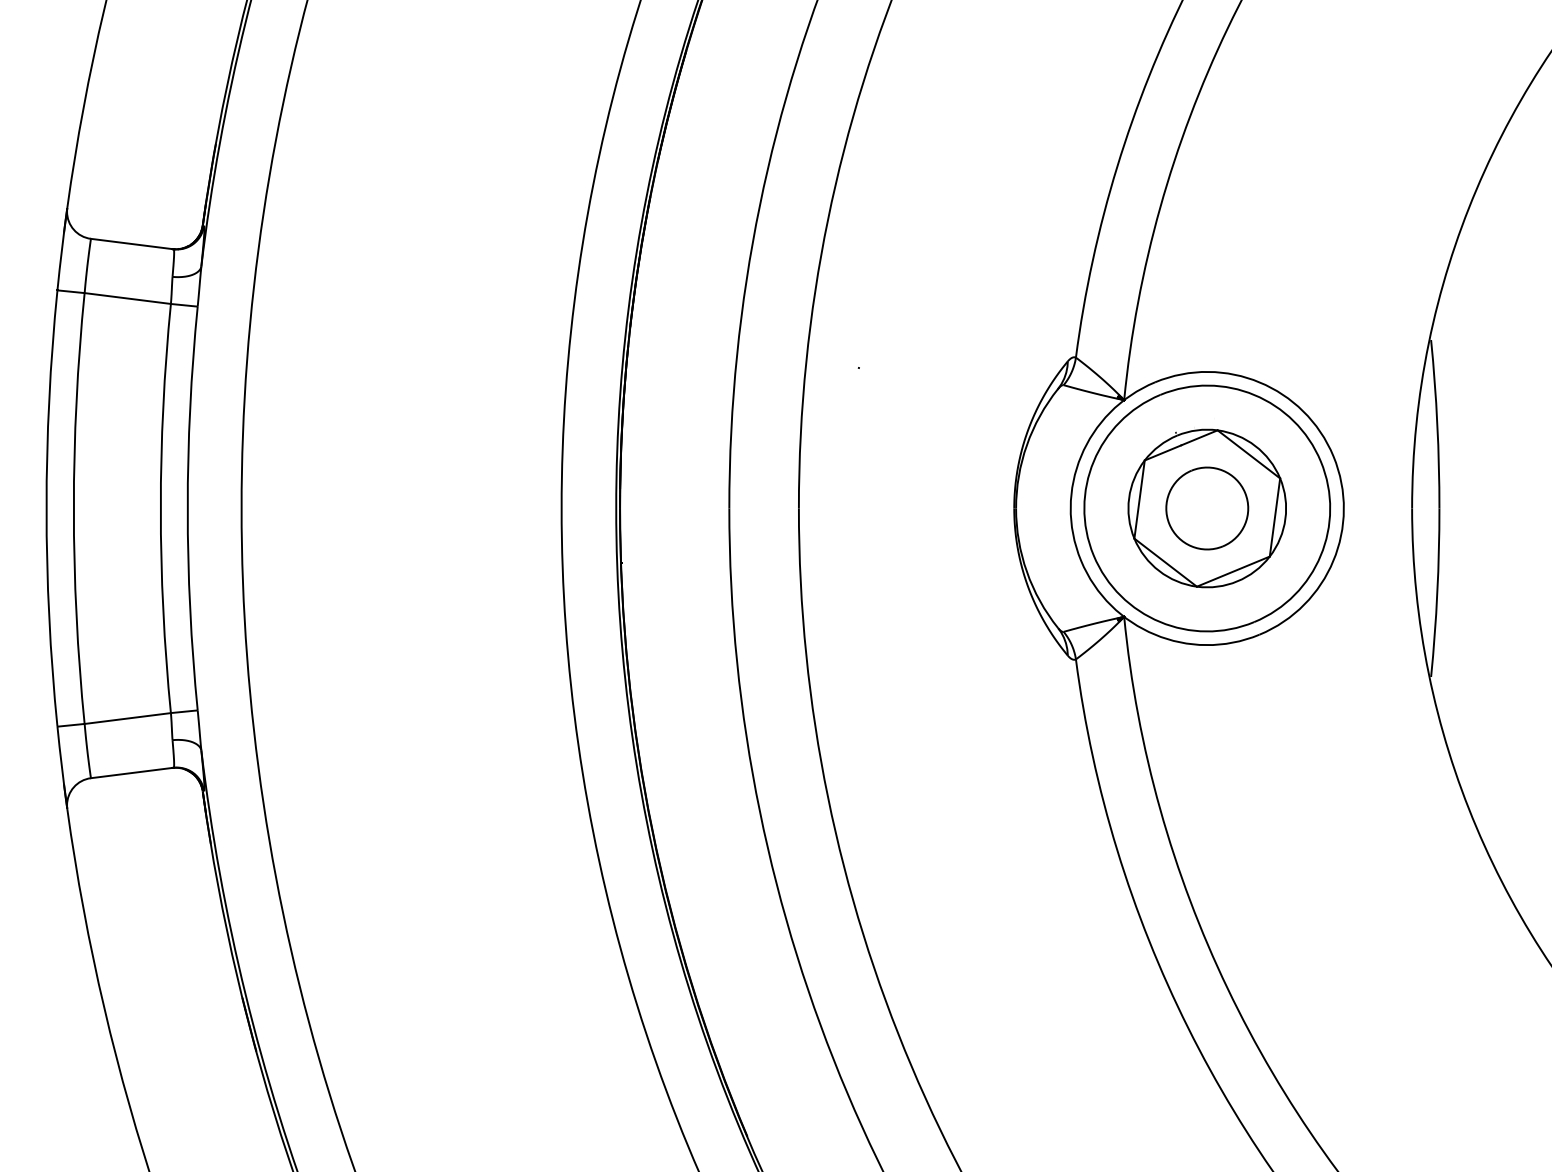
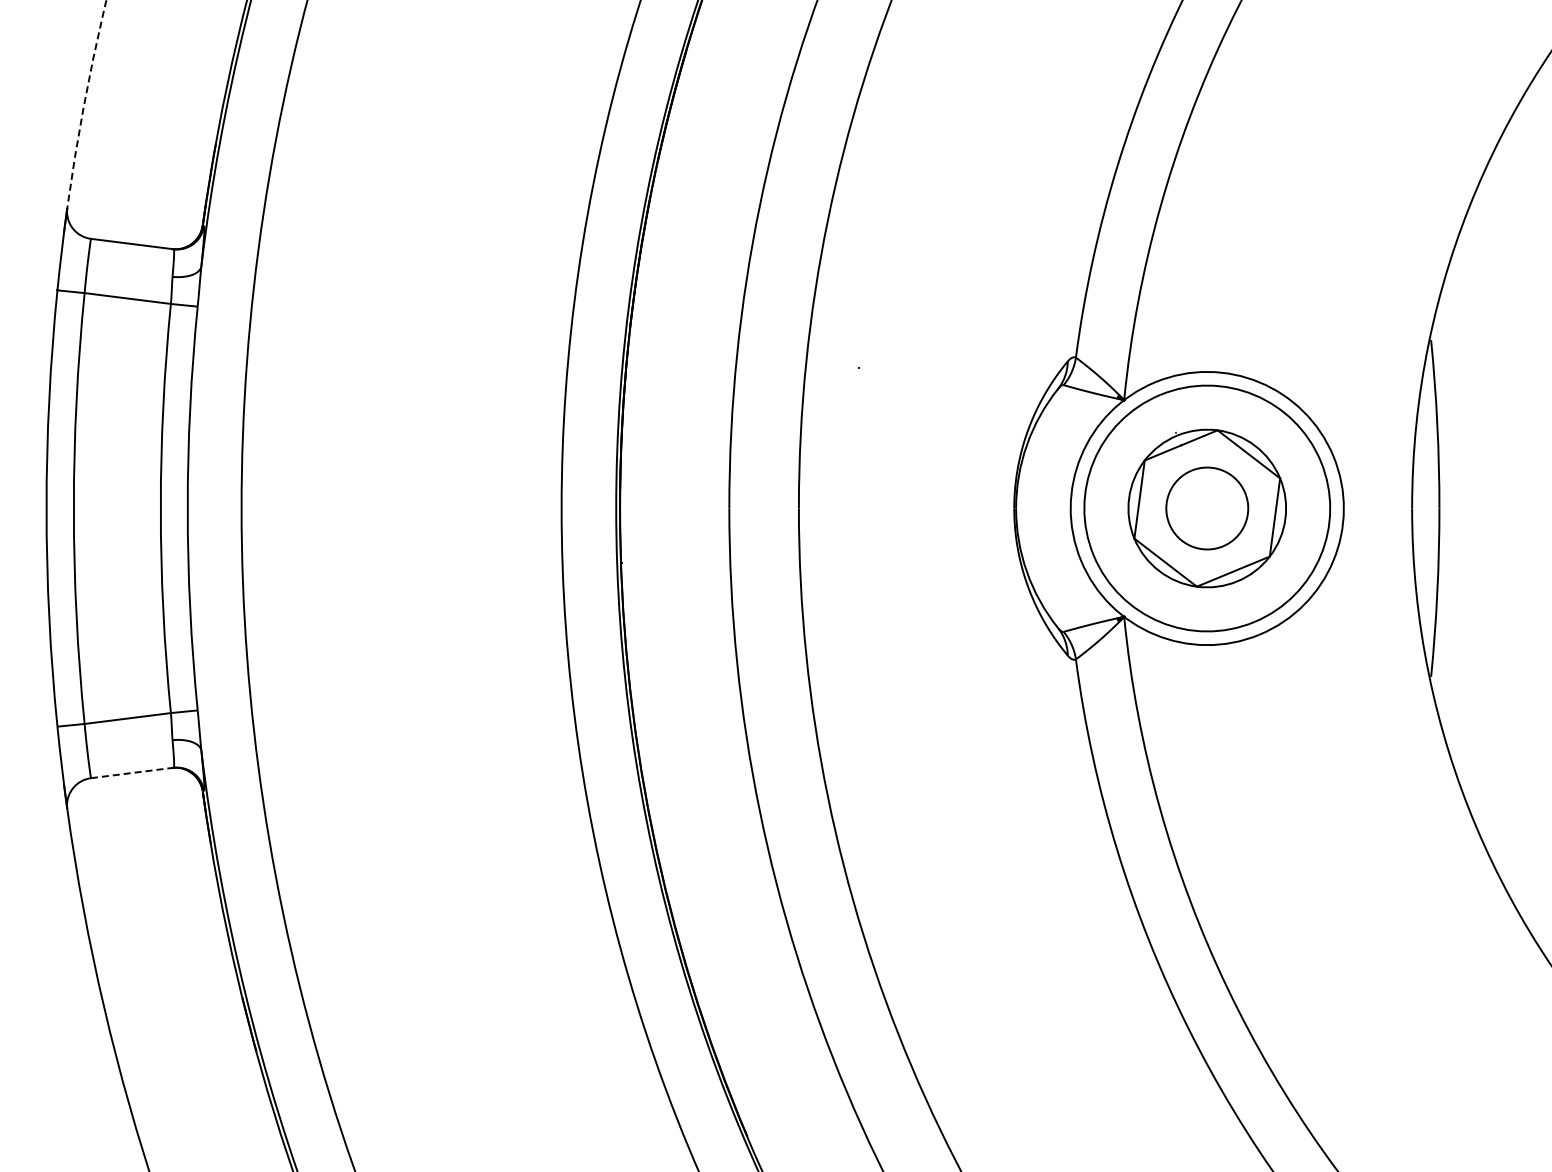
arc at (84, 103): solid -> dashed
line at (131, 773): solid -> dashed
